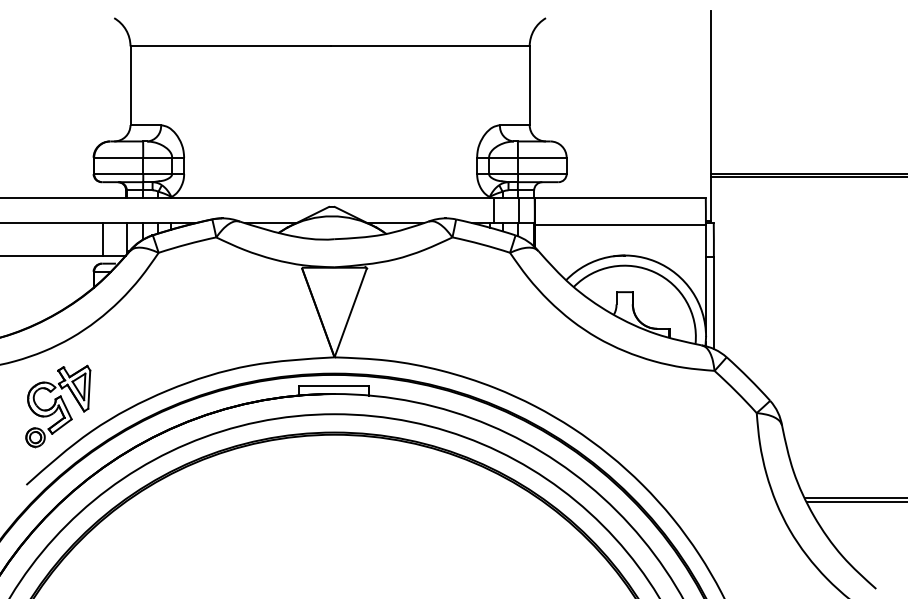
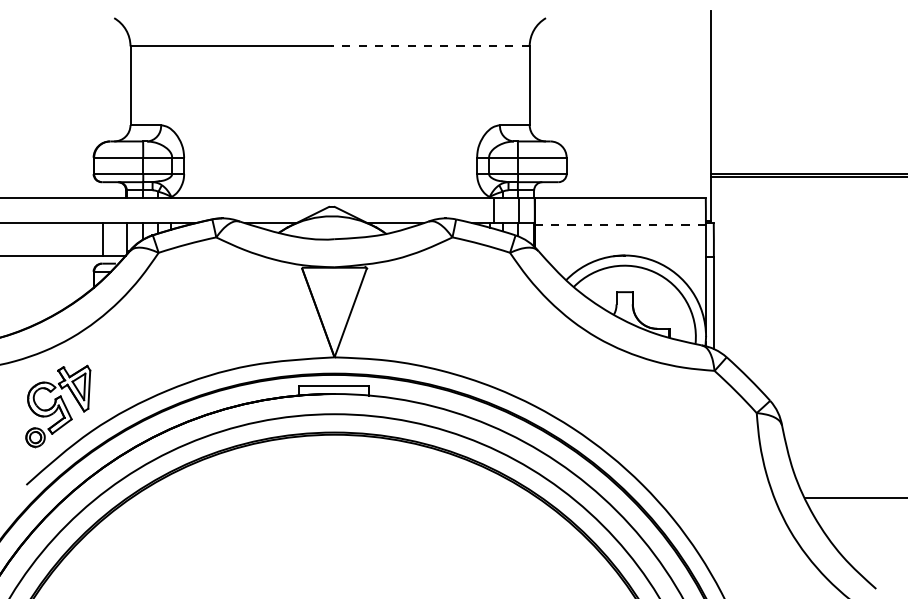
line at (429, 46): solid -> dashed
line at (620, 224): solid -> dashed
line at (855, 501): present -> none
